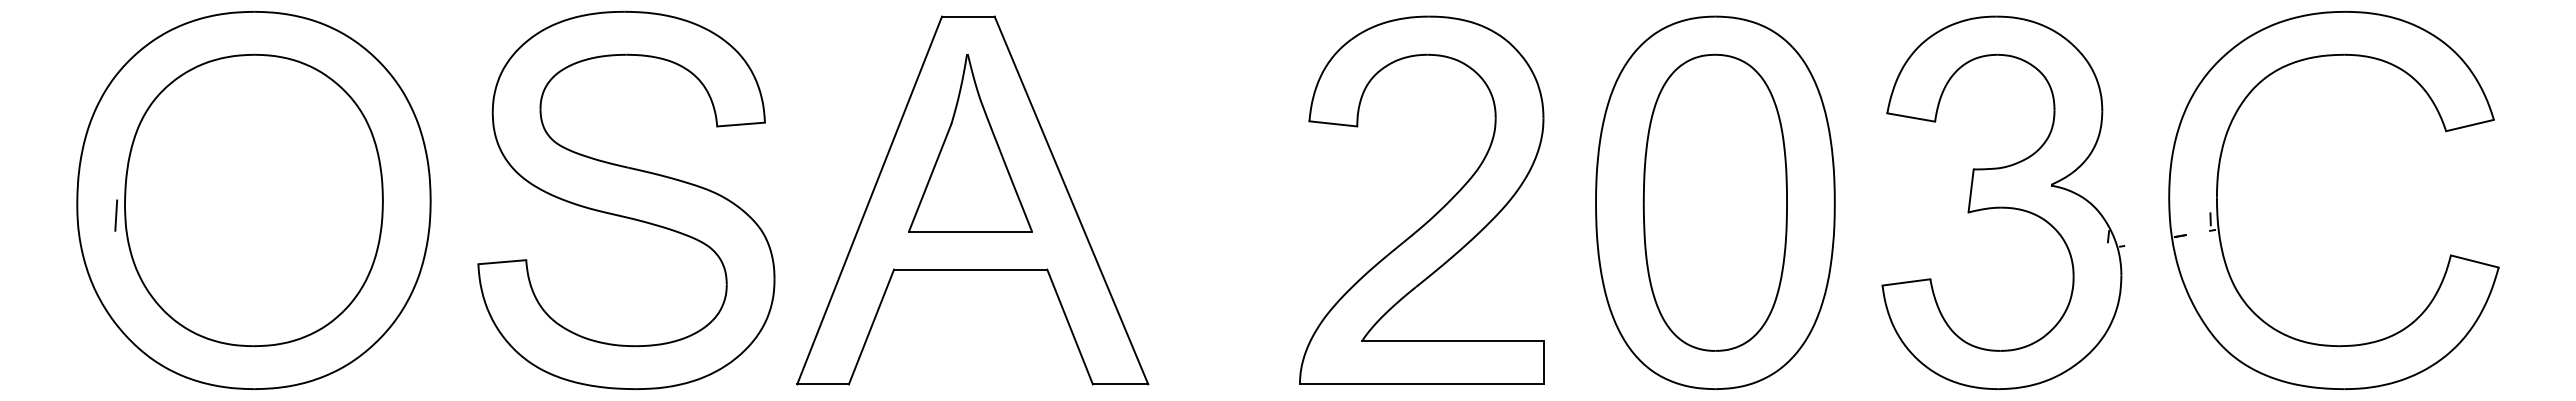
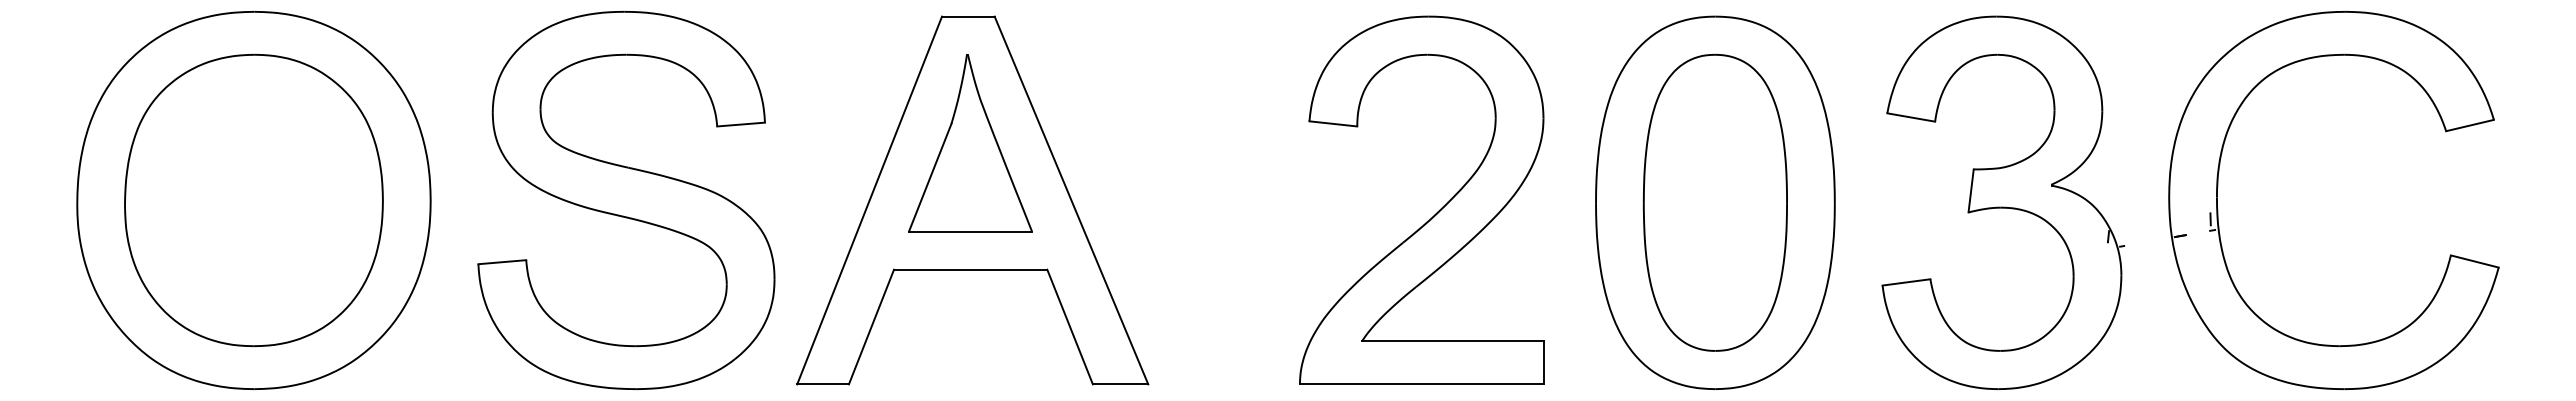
line at (116, 215): present -> none
